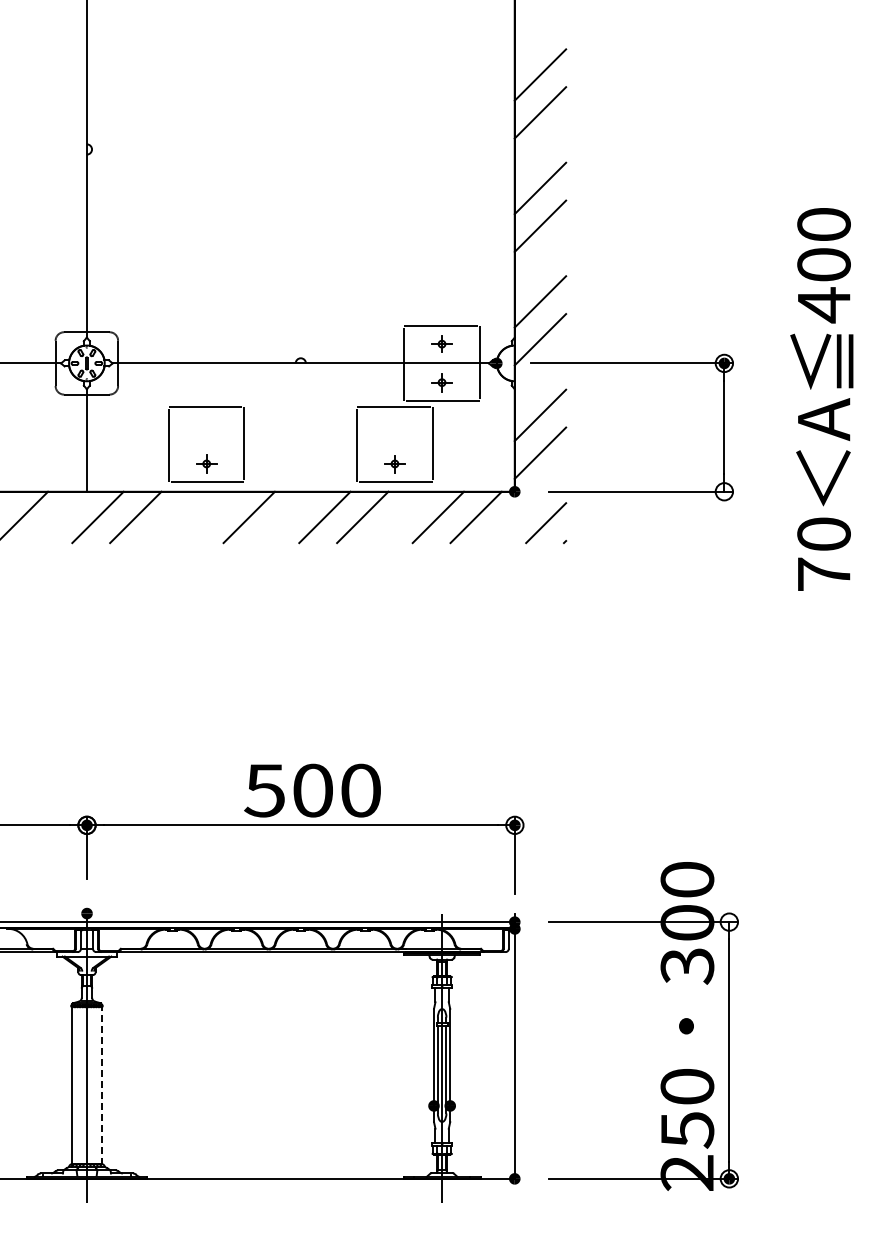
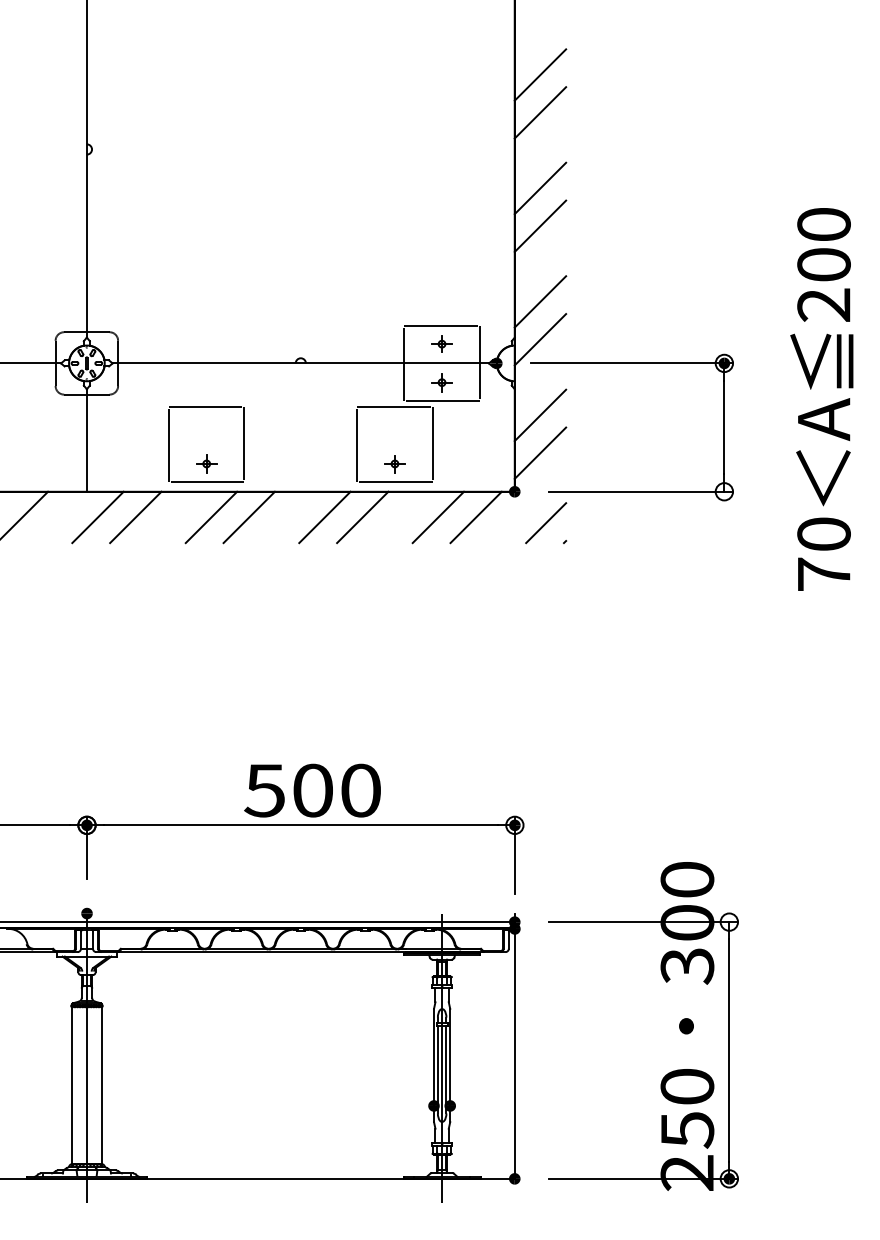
text at (823, 305): 400 -> 200
line at (211, 517): none -> present
line at (101, 1085): dashed -> solid
